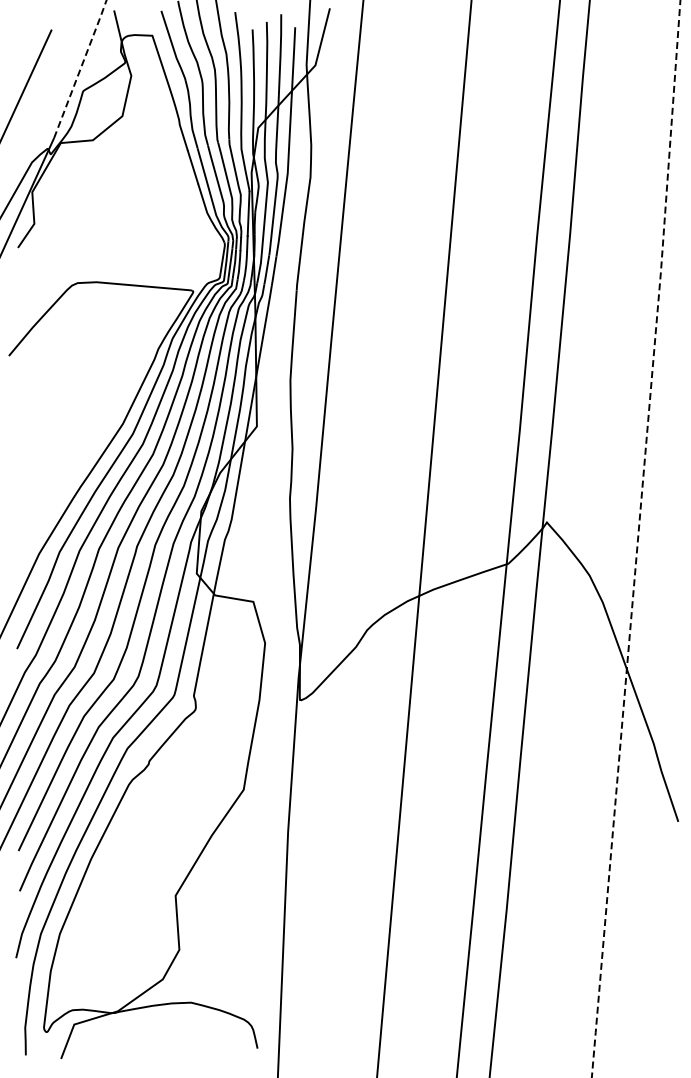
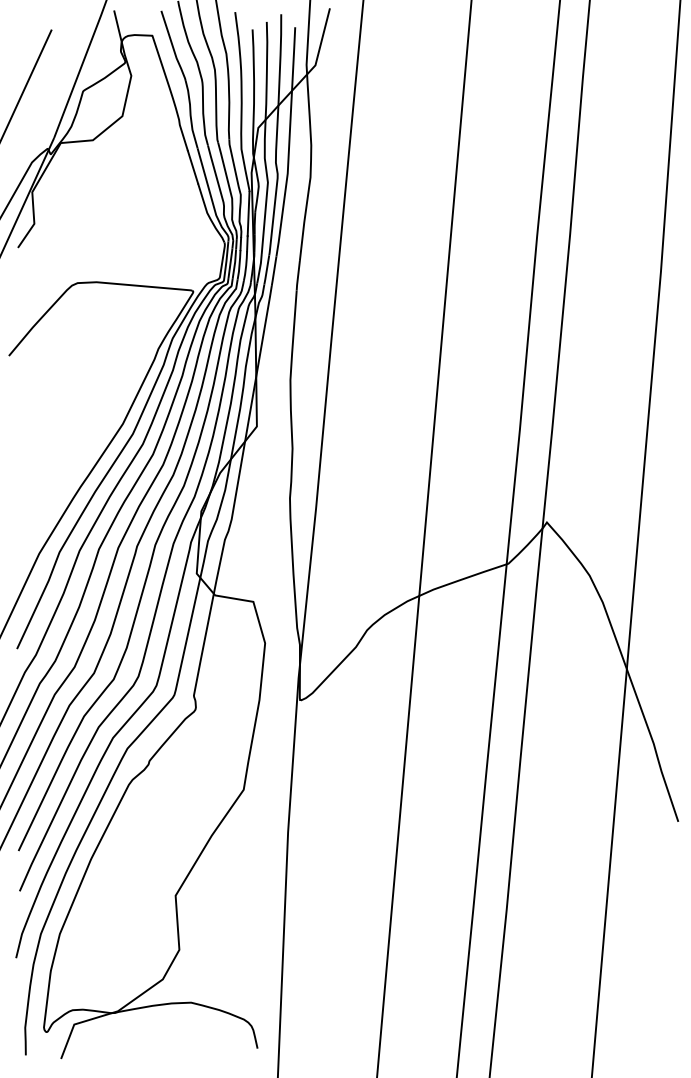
line at (80, 68): dashed -> solid
line at (637, 539): dashed -> solid
